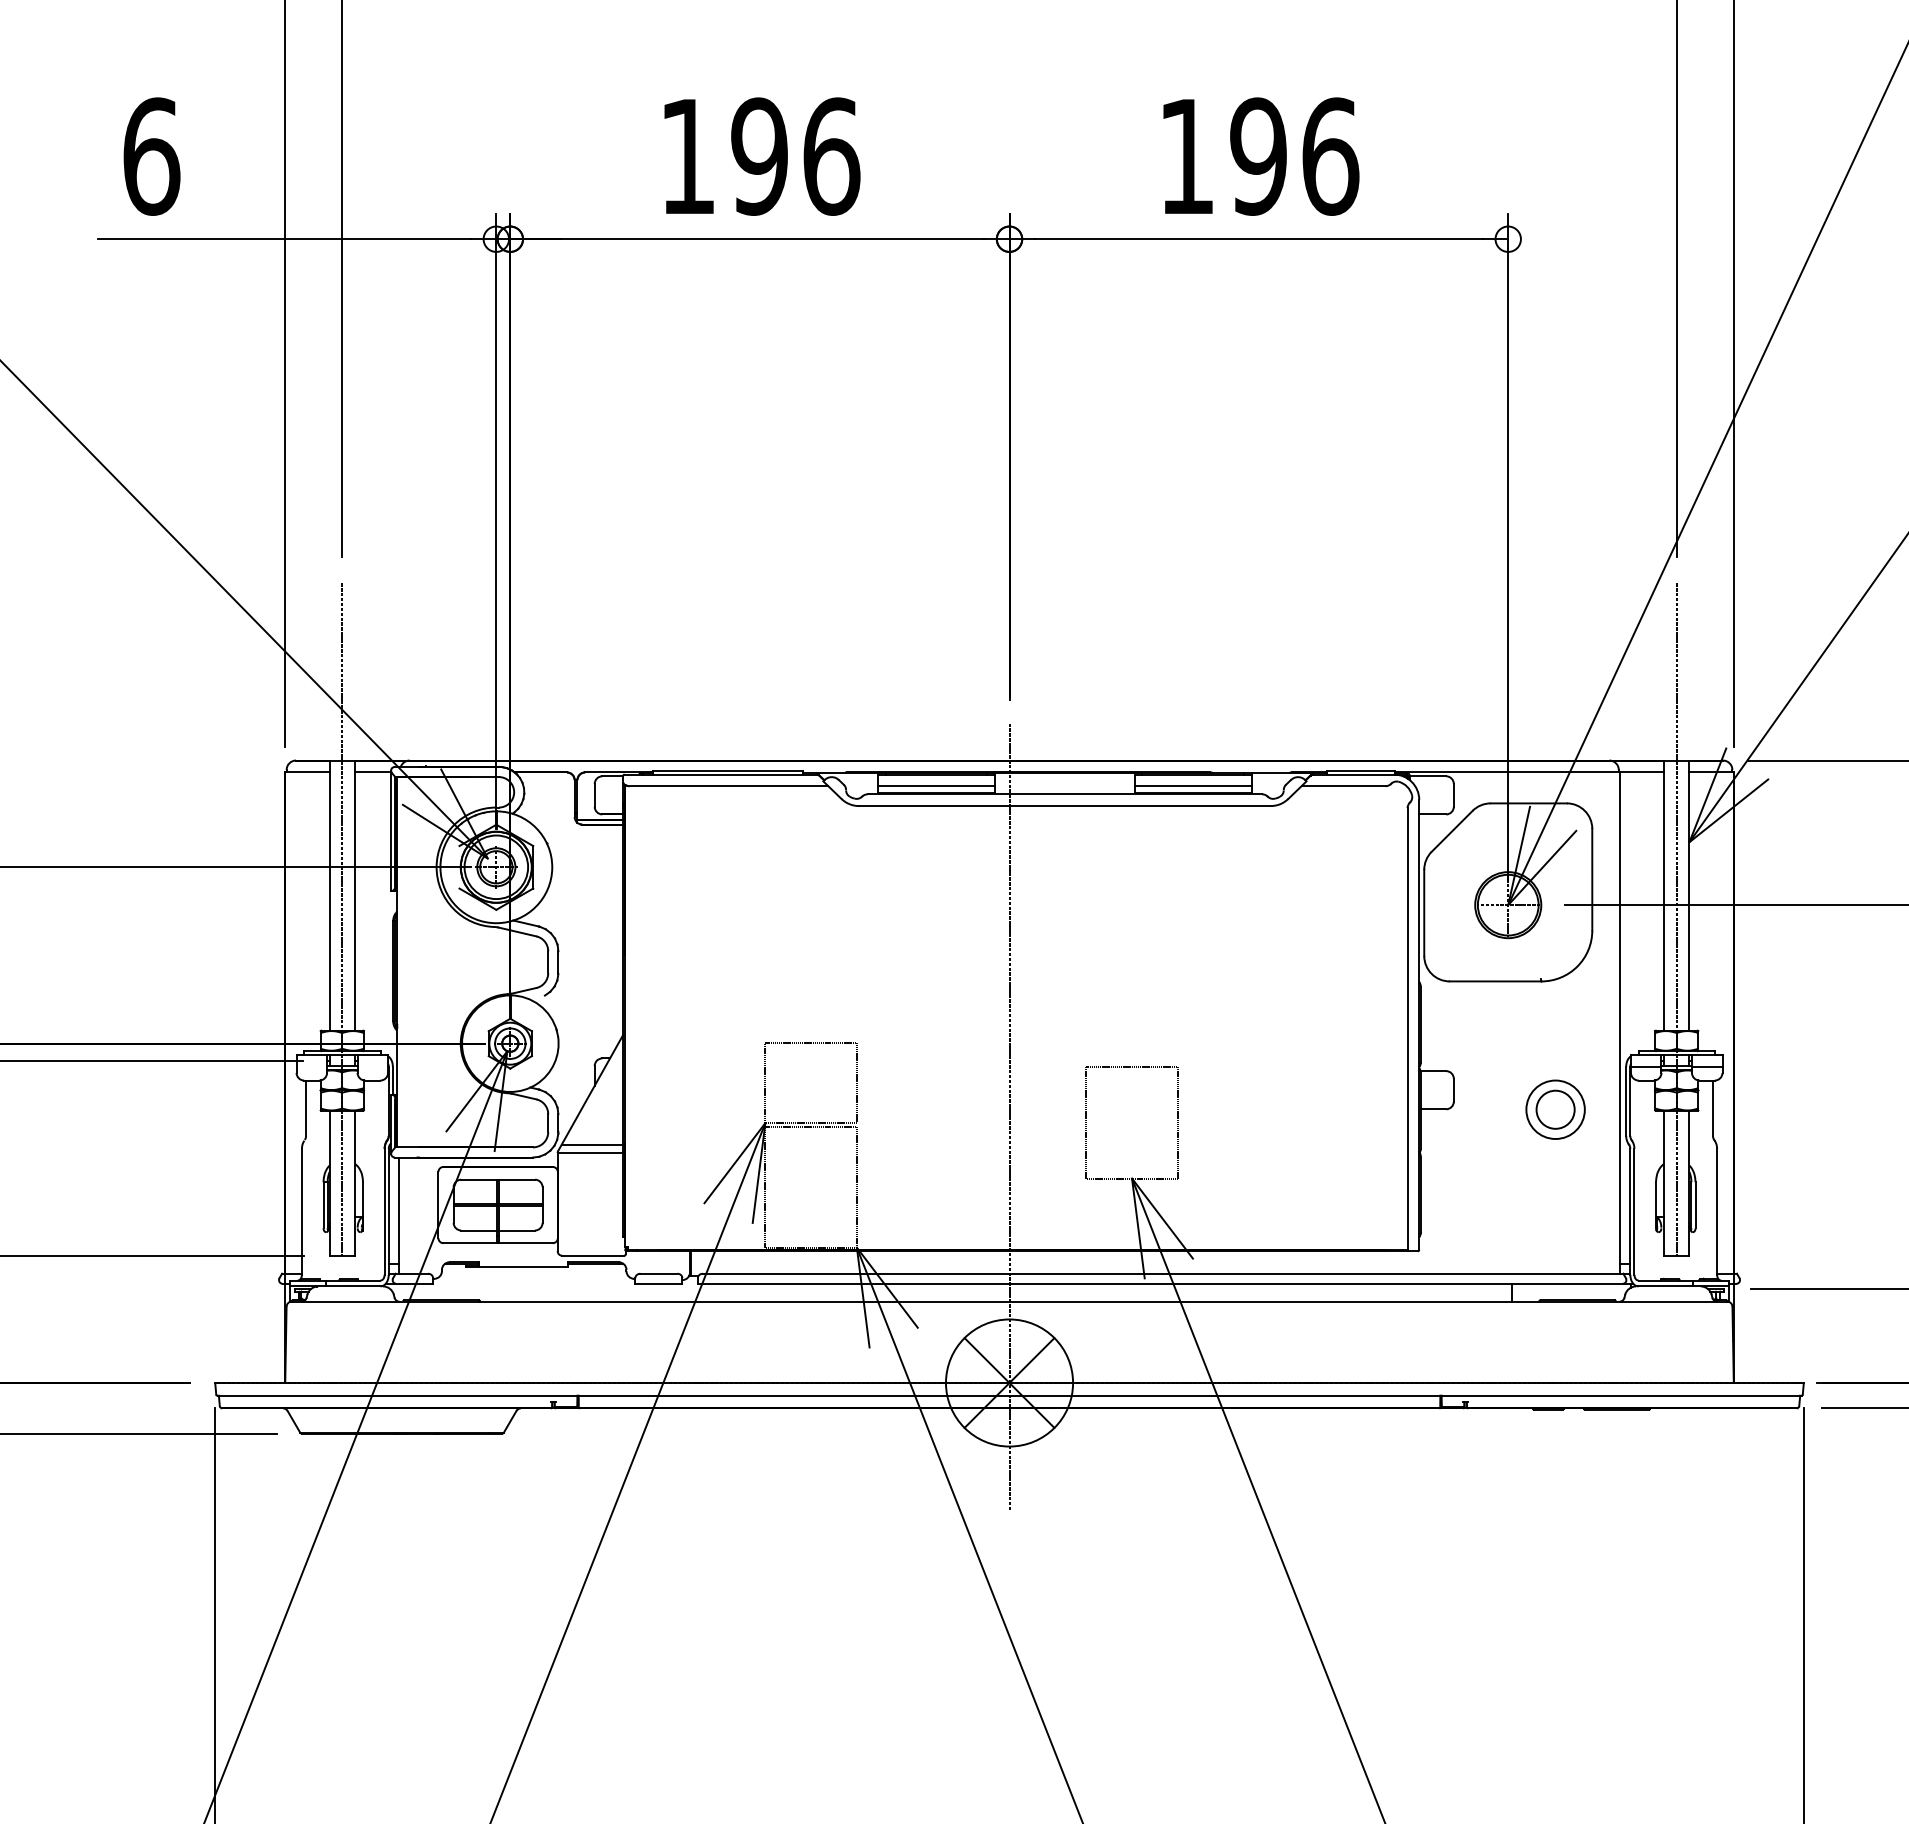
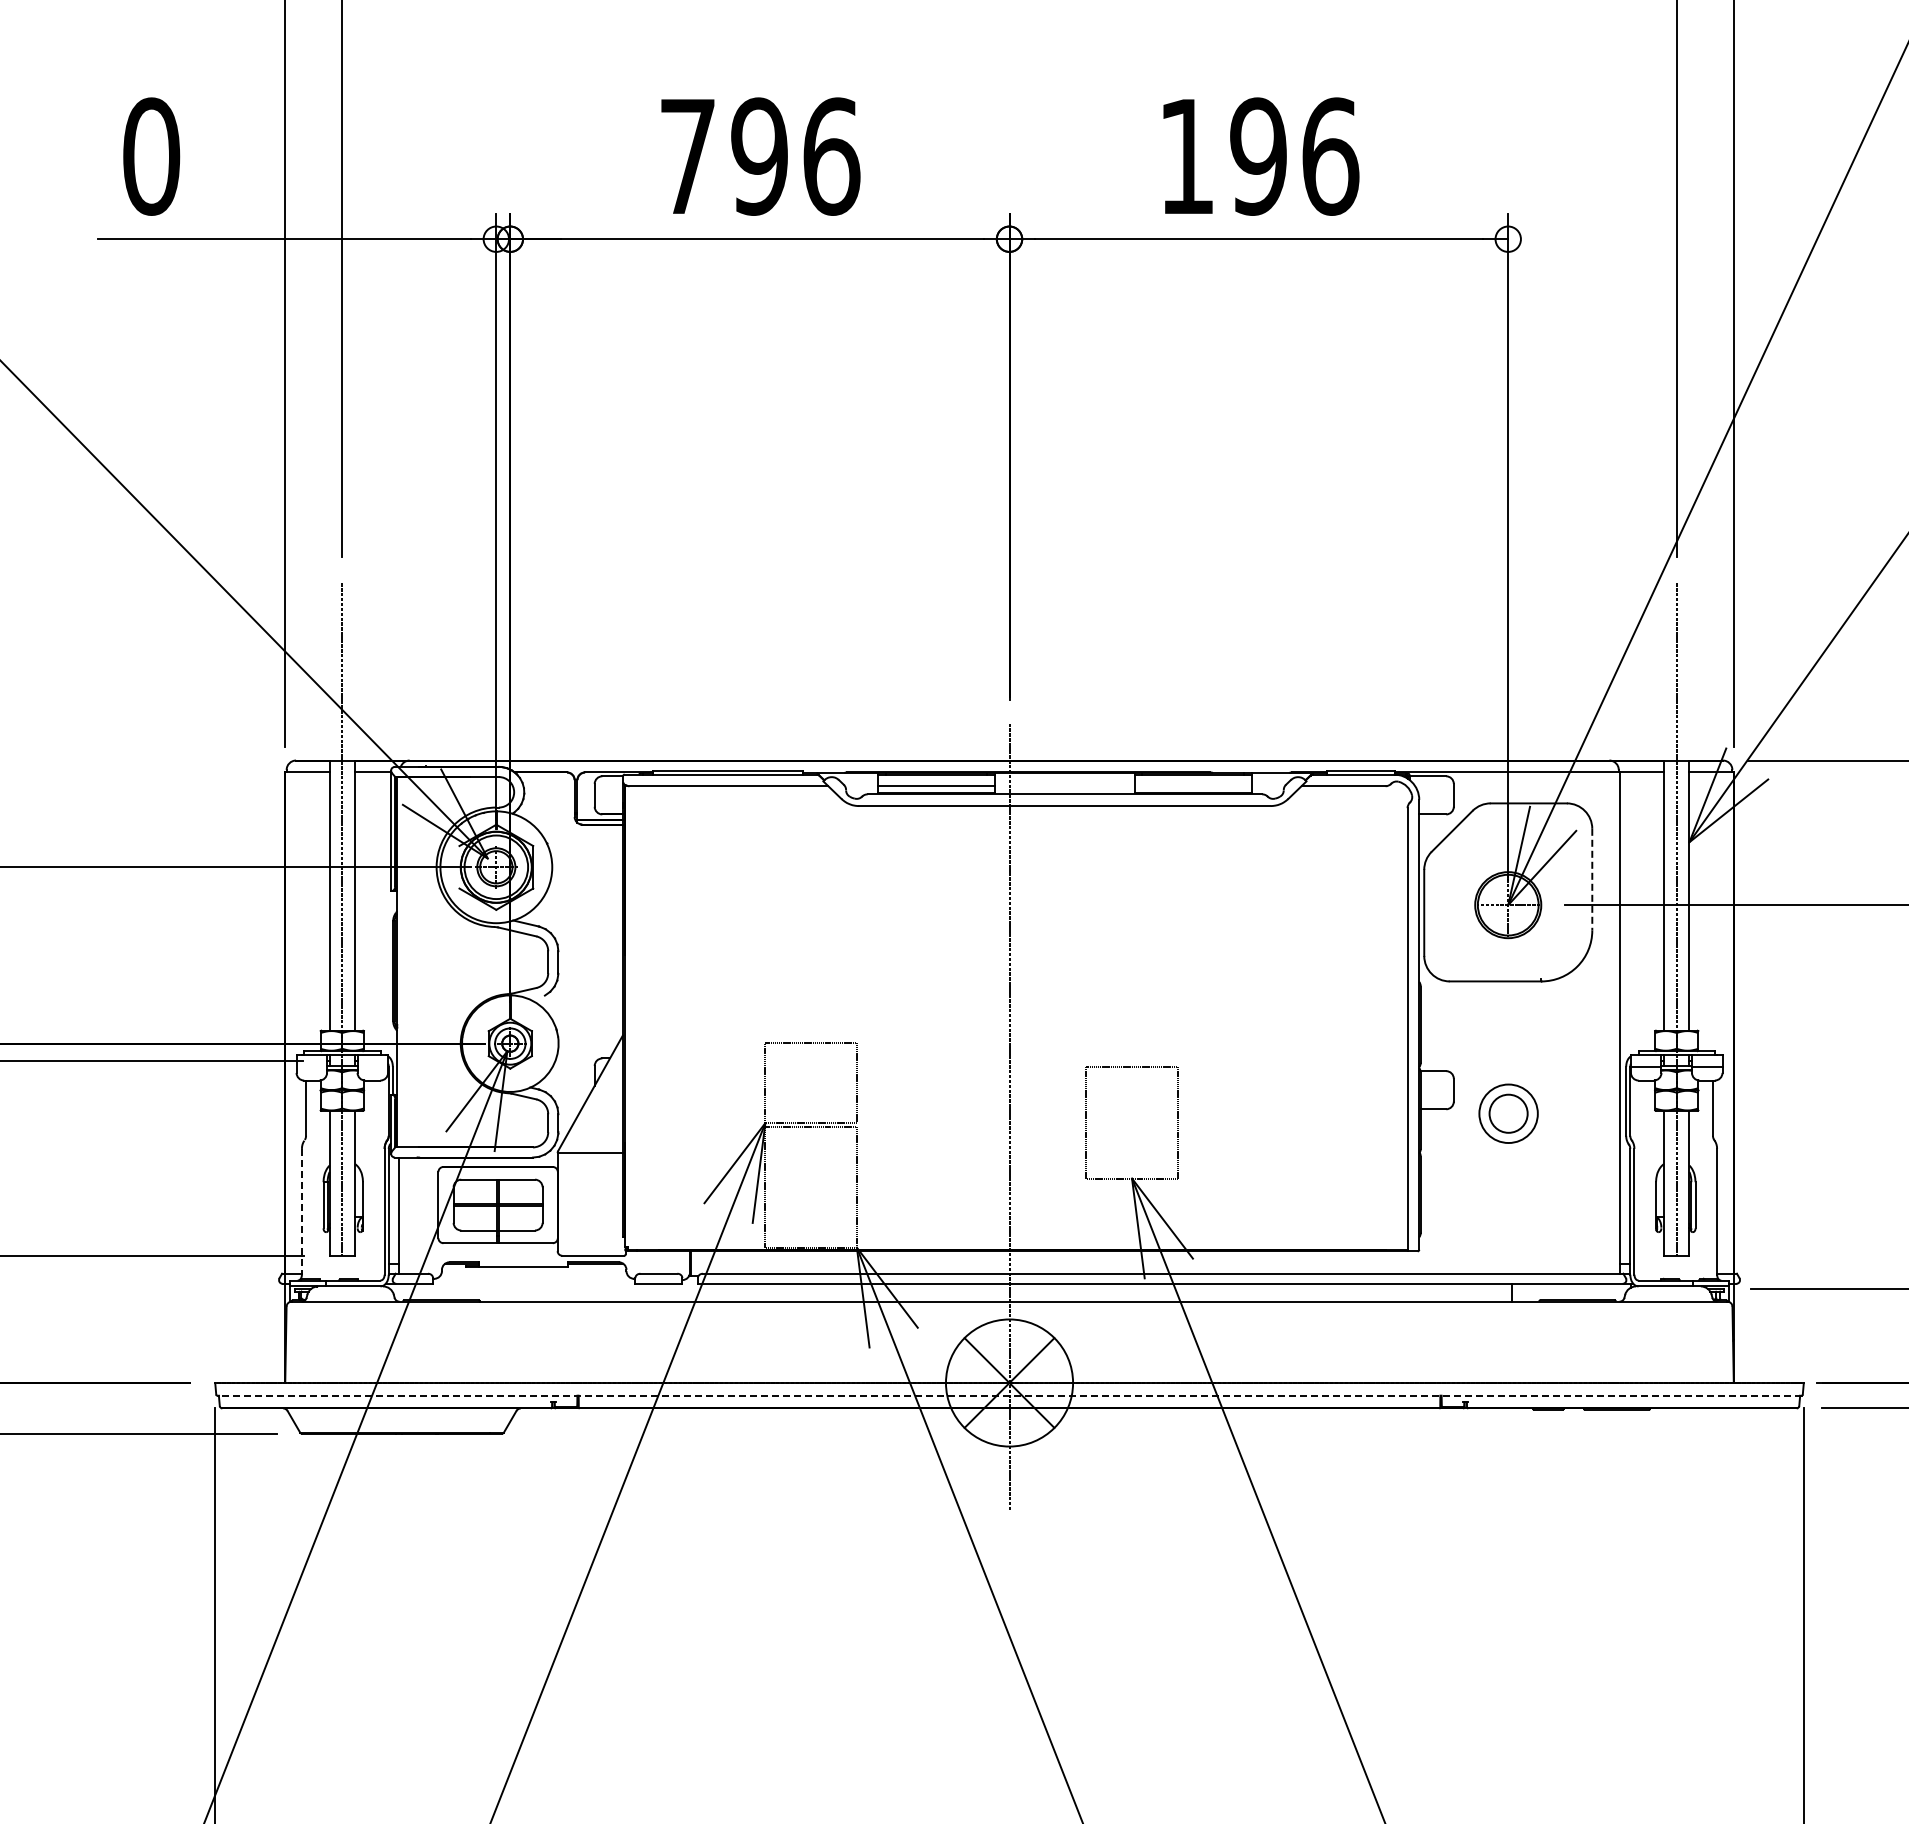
text at (151, 156): 6 -> 0
text at (687, 156): 196 -> 796
line at (1192, 786): present -> none
line at (1592, 879): solid -> dashed
part at (1555, 1109) position: (1555, 1109) -> (1508, 1113)
line at (592, 1144): present -> none
line at (301, 1211): solid -> dashed
line at (1009, 1395): solid -> dashed
